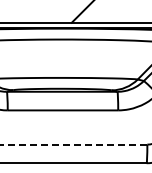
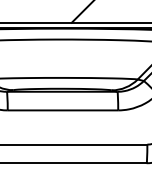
line at (73, 144): dashed -> solid
